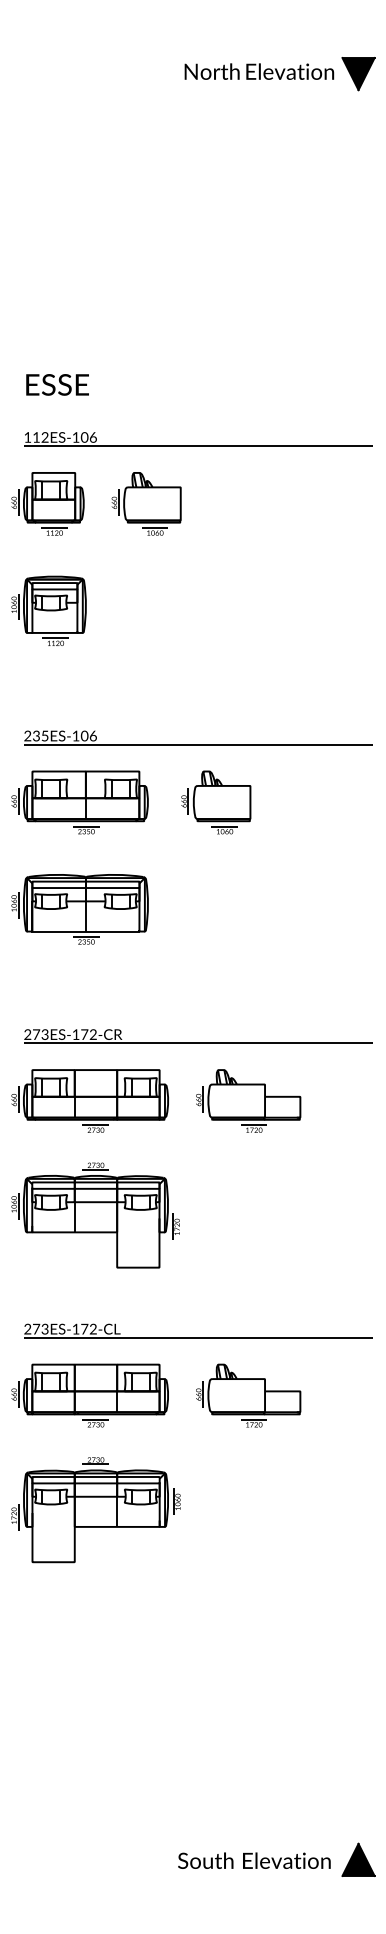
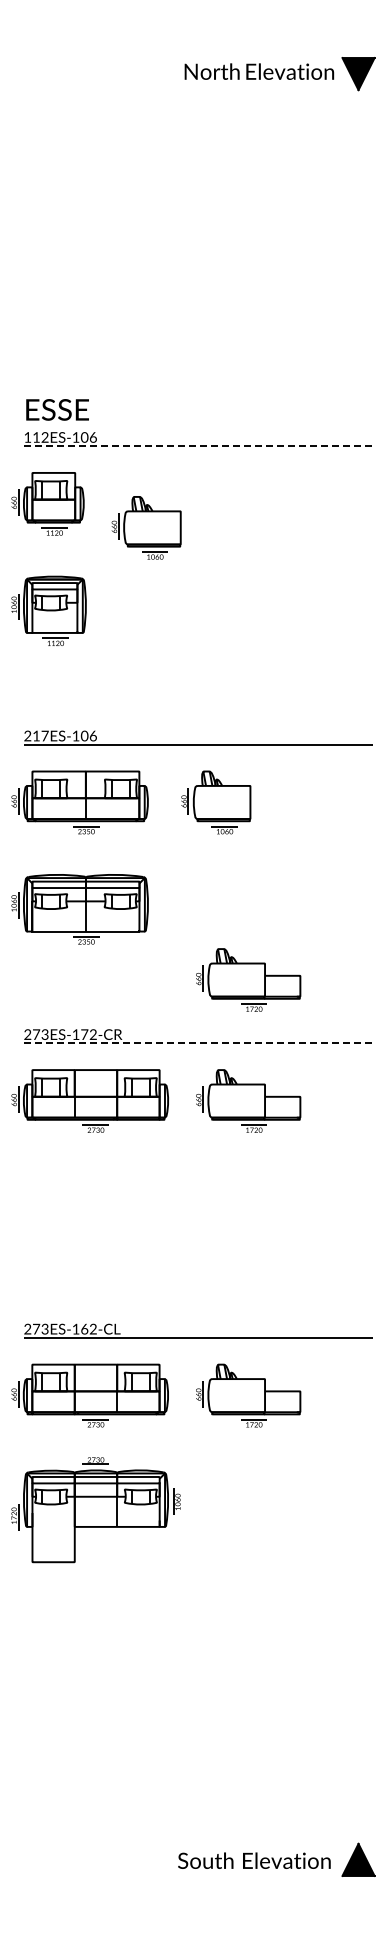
text at (57, 384) position: (57, 384) -> (57, 409)
line at (198, 446): solid -> dashed
part at (146, 503) position: (146, 503) -> (146, 527)
text at (40, 735): 235ES-106 -> 217ES-106
part at (248, 979): none -> present
line at (198, 1043): solid -> dashed
part at (95, 1215): present -> none
text at (84, 1328): 273ES-172-CL -> 273ES-162-CL
